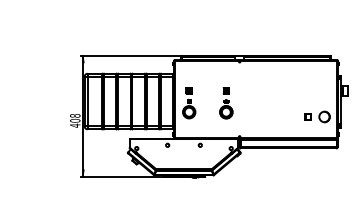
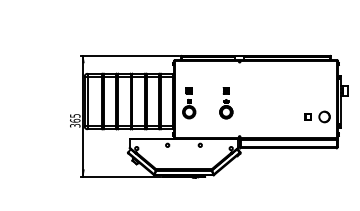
text at (75, 120): 408 -> 365
